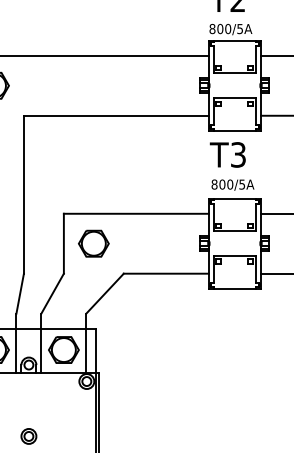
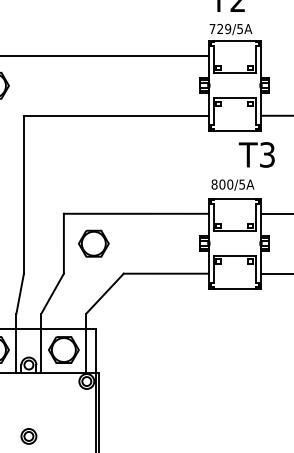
text at (219, 28): 800/5A -> 729/5A
line at (275, 55): present -> none
text at (227, 154) position: (227, 154) -> (256, 154)
